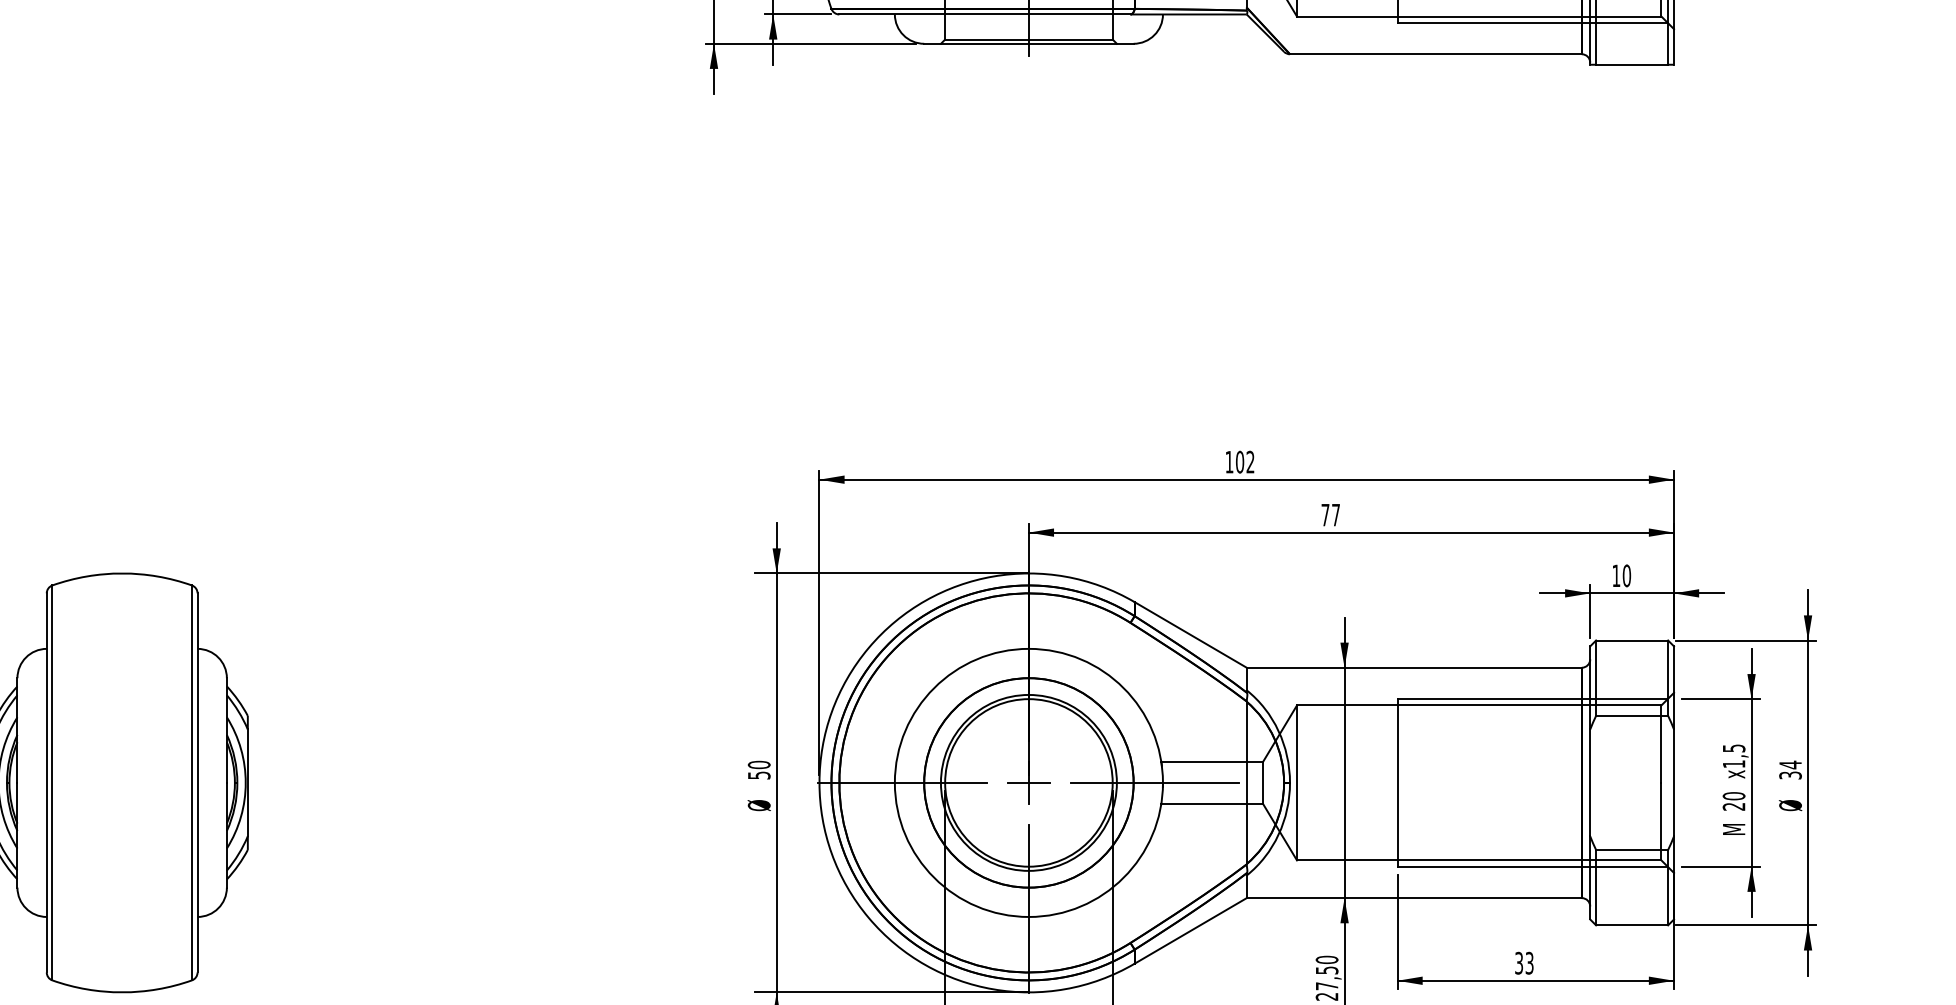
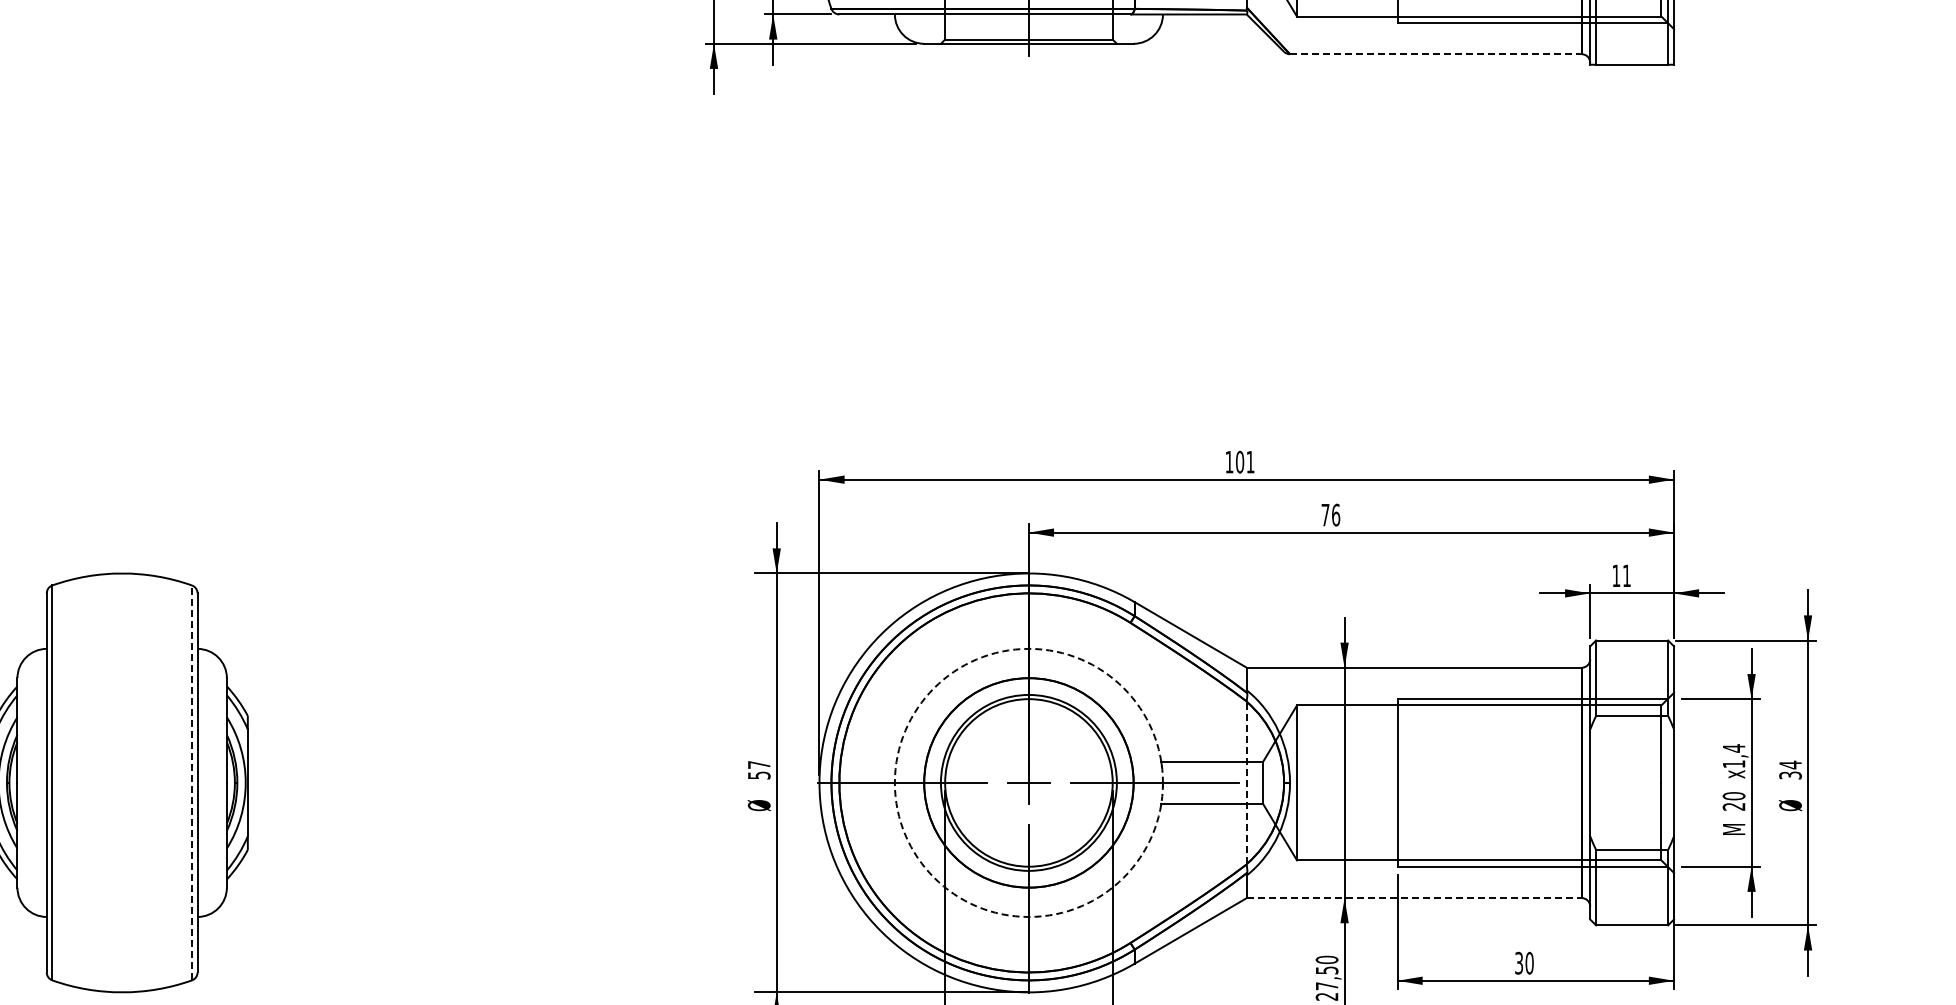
line at (1435, 54): solid -> dashed
text at (1250, 461): 102 -> 101
text at (1336, 514): 77 -> 76
text at (1626, 575): 10 -> 11
text at (1734, 748): x1,5 -> x1,4
text at (758, 764): 50 -> 57
line at (192, 782): solid -> dashed
circle at (1028, 782): solid -> dashed
line at (1246, 782): solid -> dashed
line at (1414, 898): solid -> dashed
text at (1529, 962): 33 -> 30
